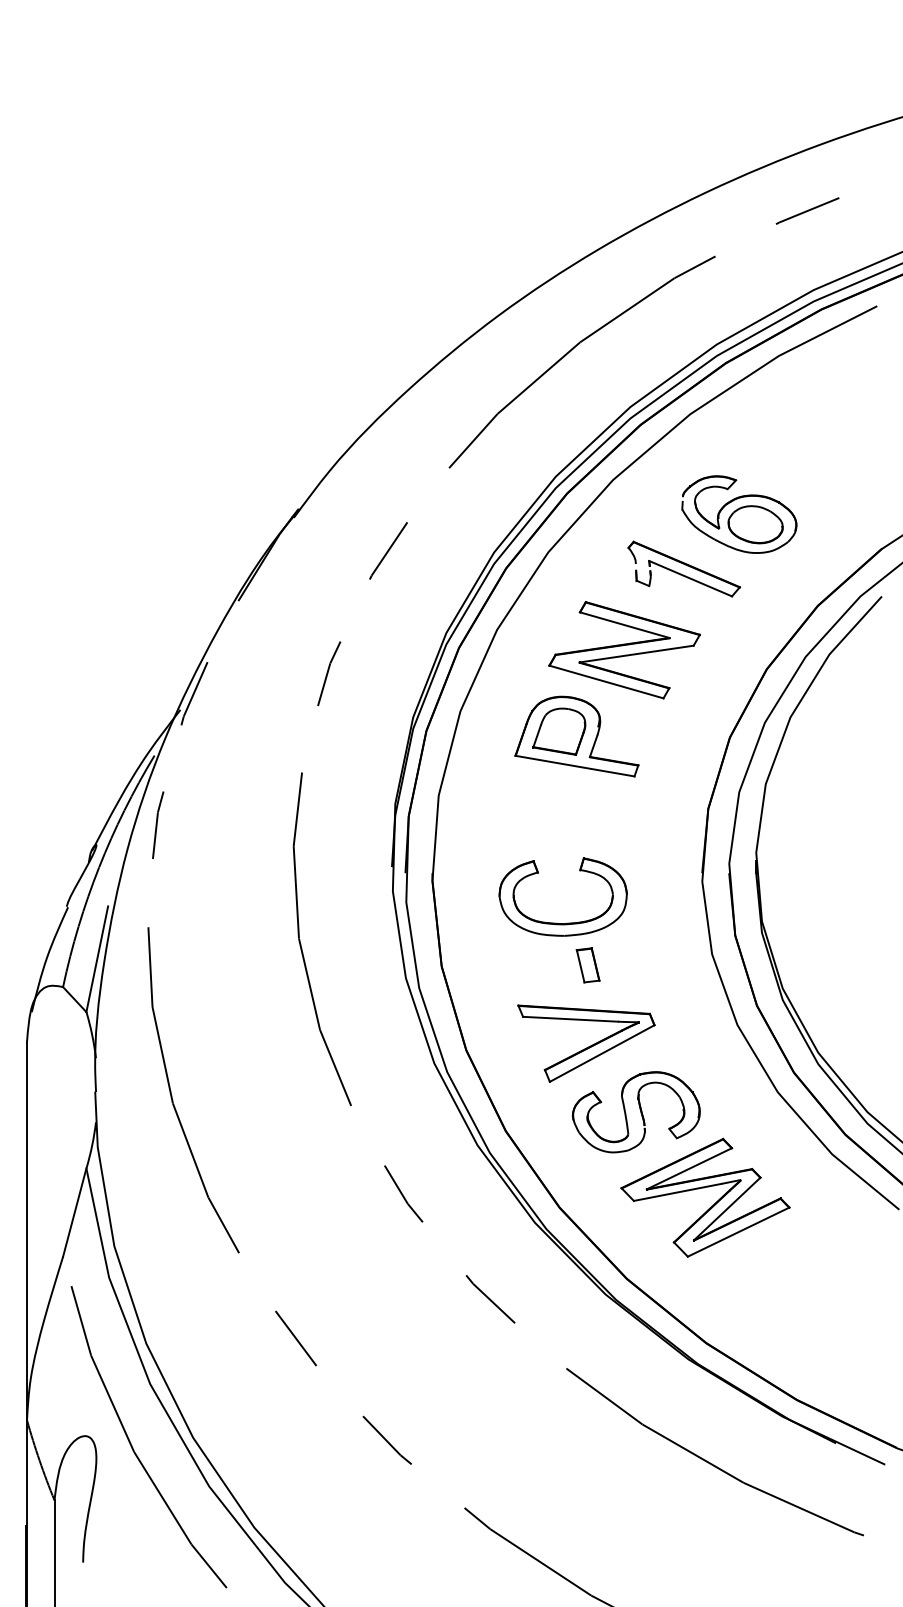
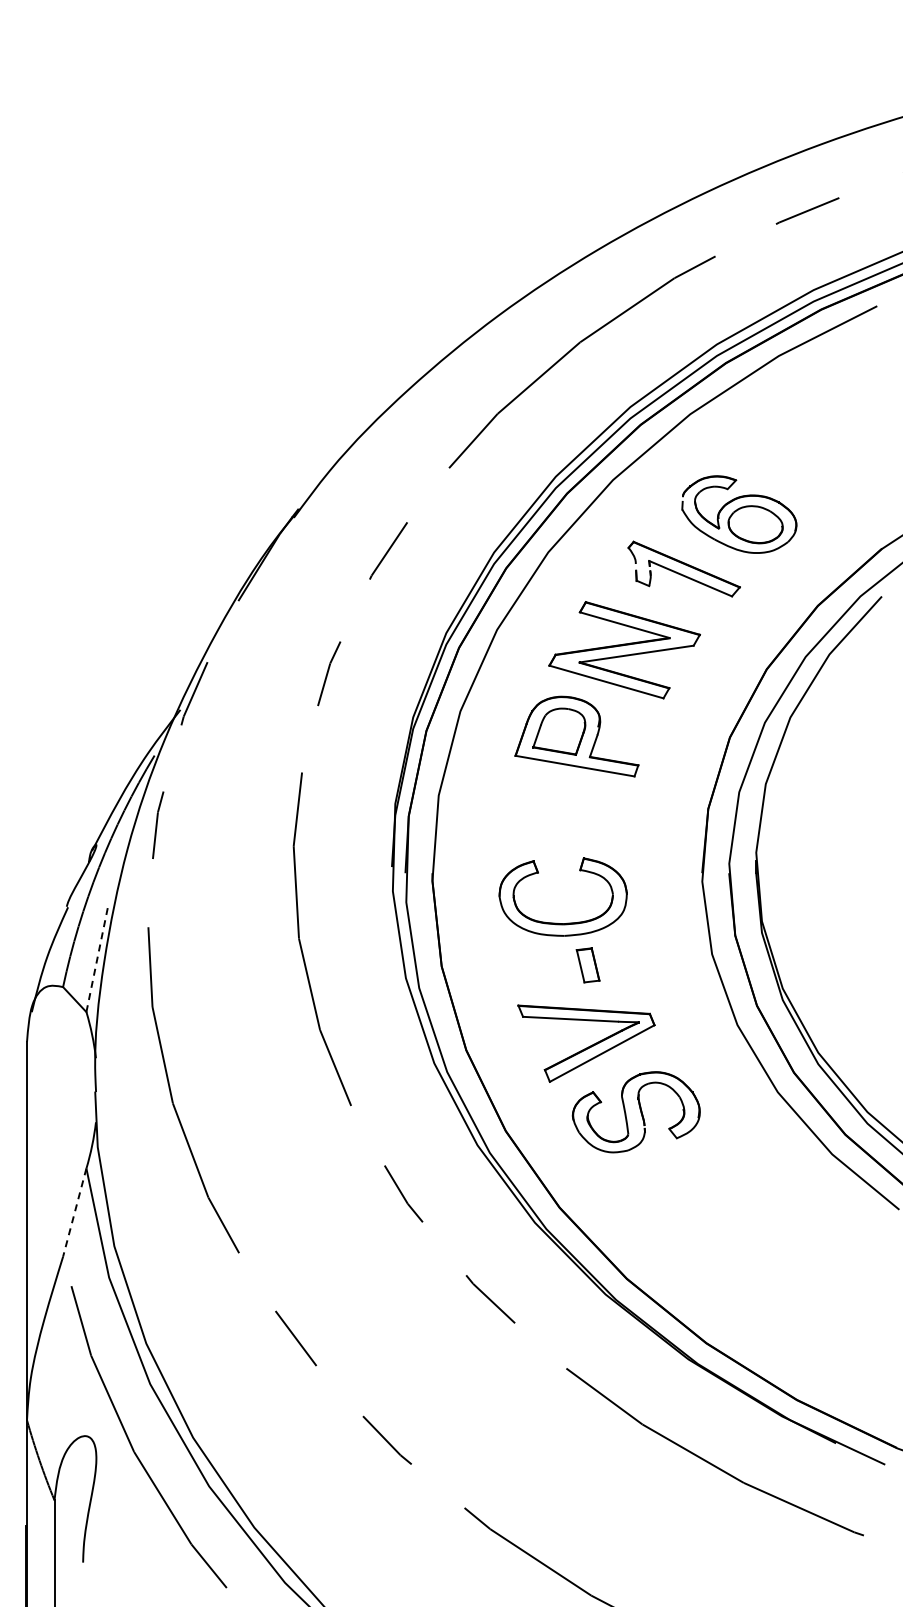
line at (97, 959): solid -> dashed
part at (704, 1188): present -> none
line at (74, 1212): solid -> dashed
